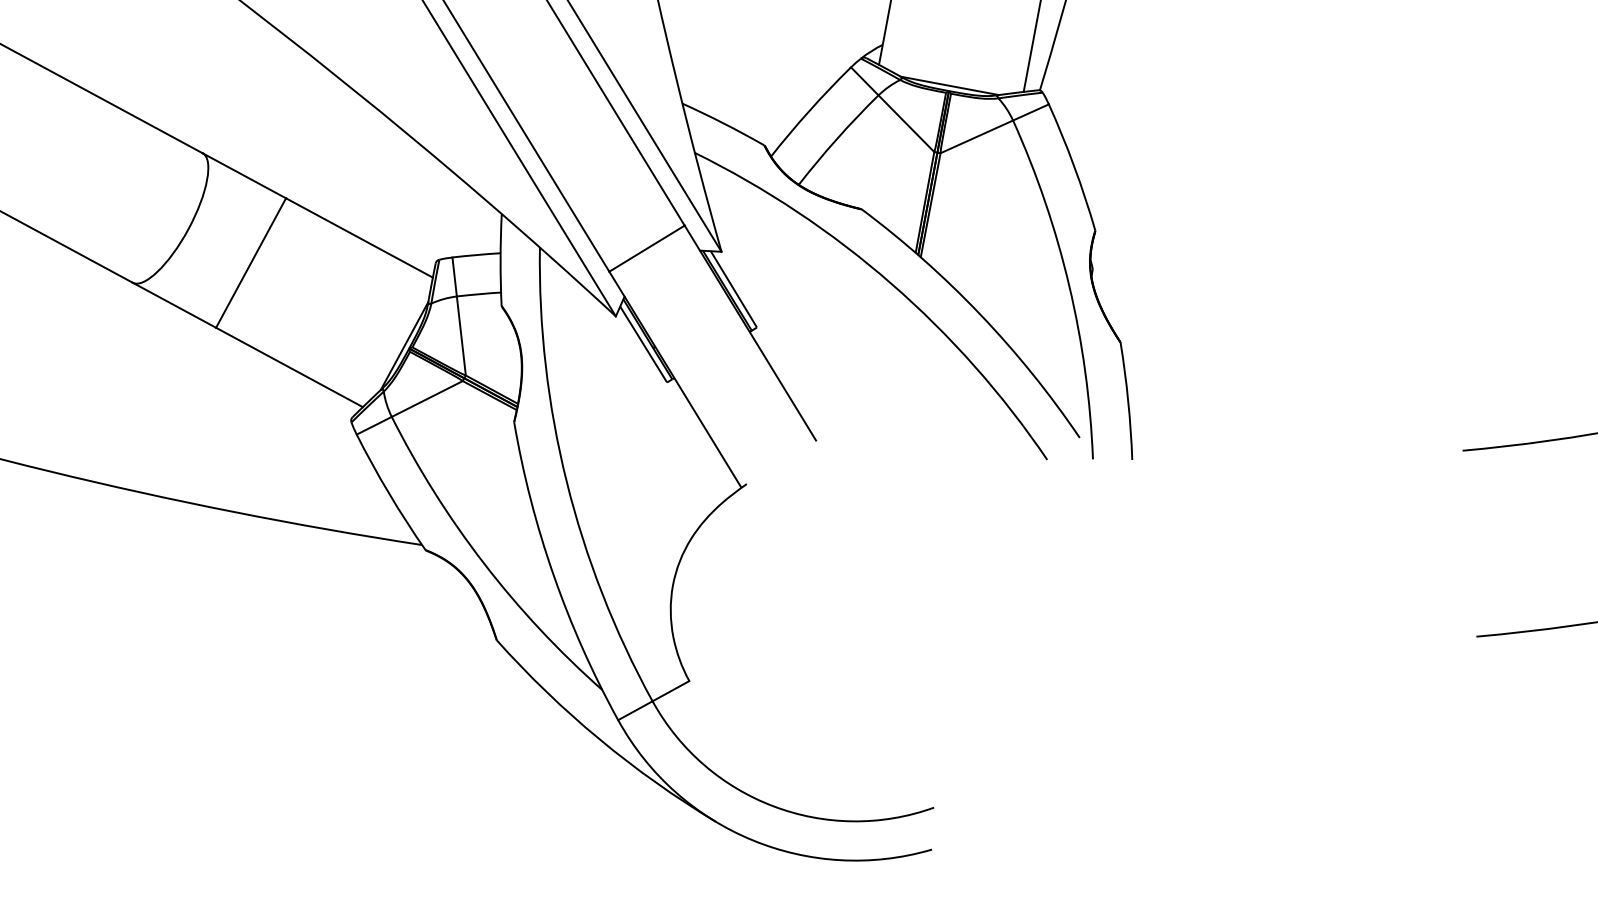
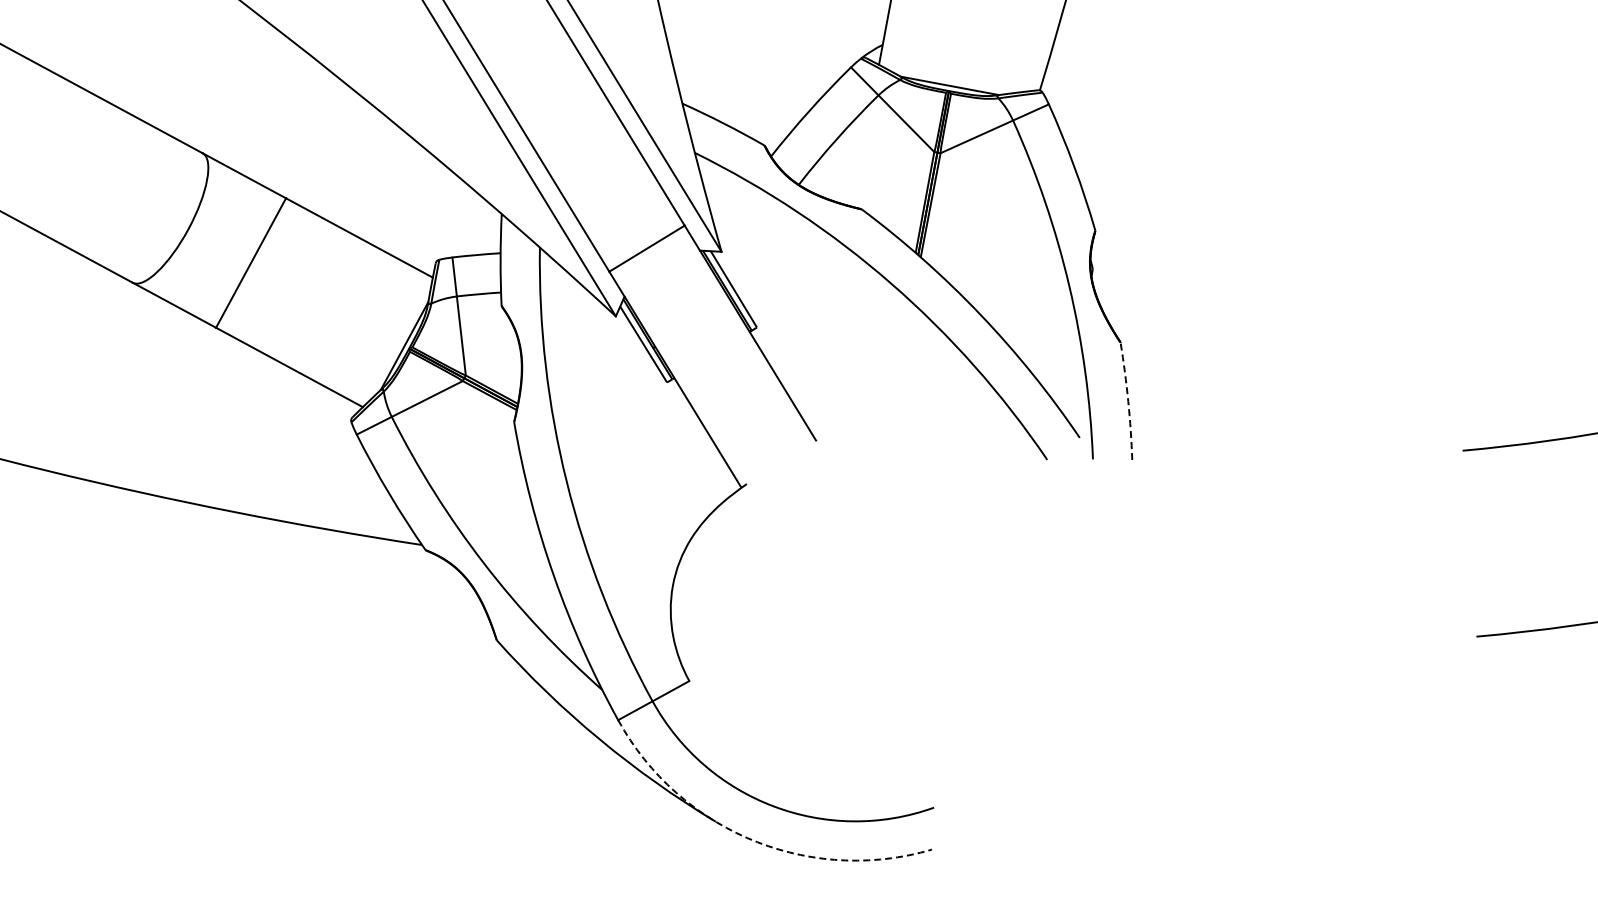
line at (1031, 46): present -> none
arc at (1128, 401): solid -> dashed
arc at (752, 840): solid -> dashed
